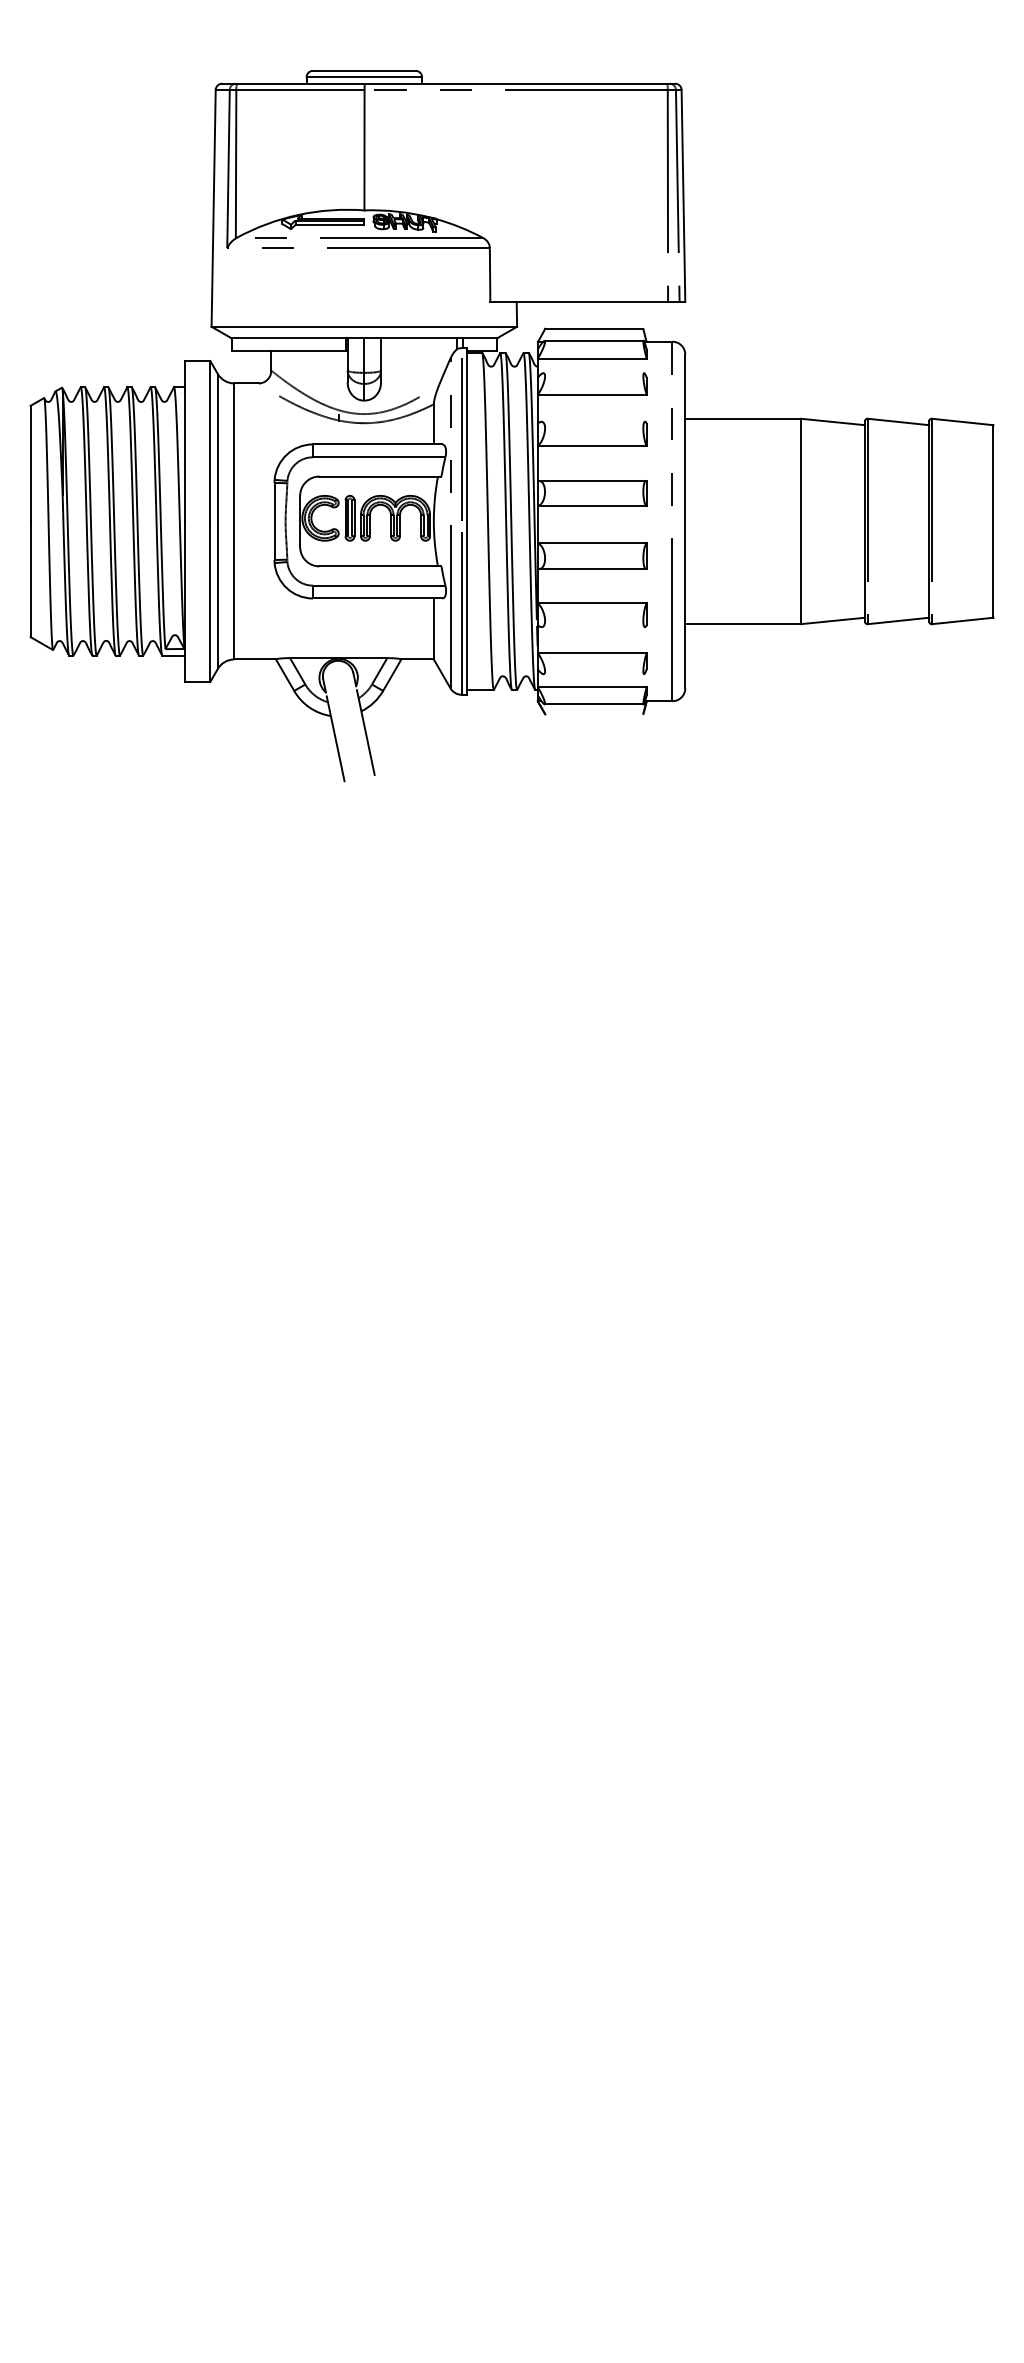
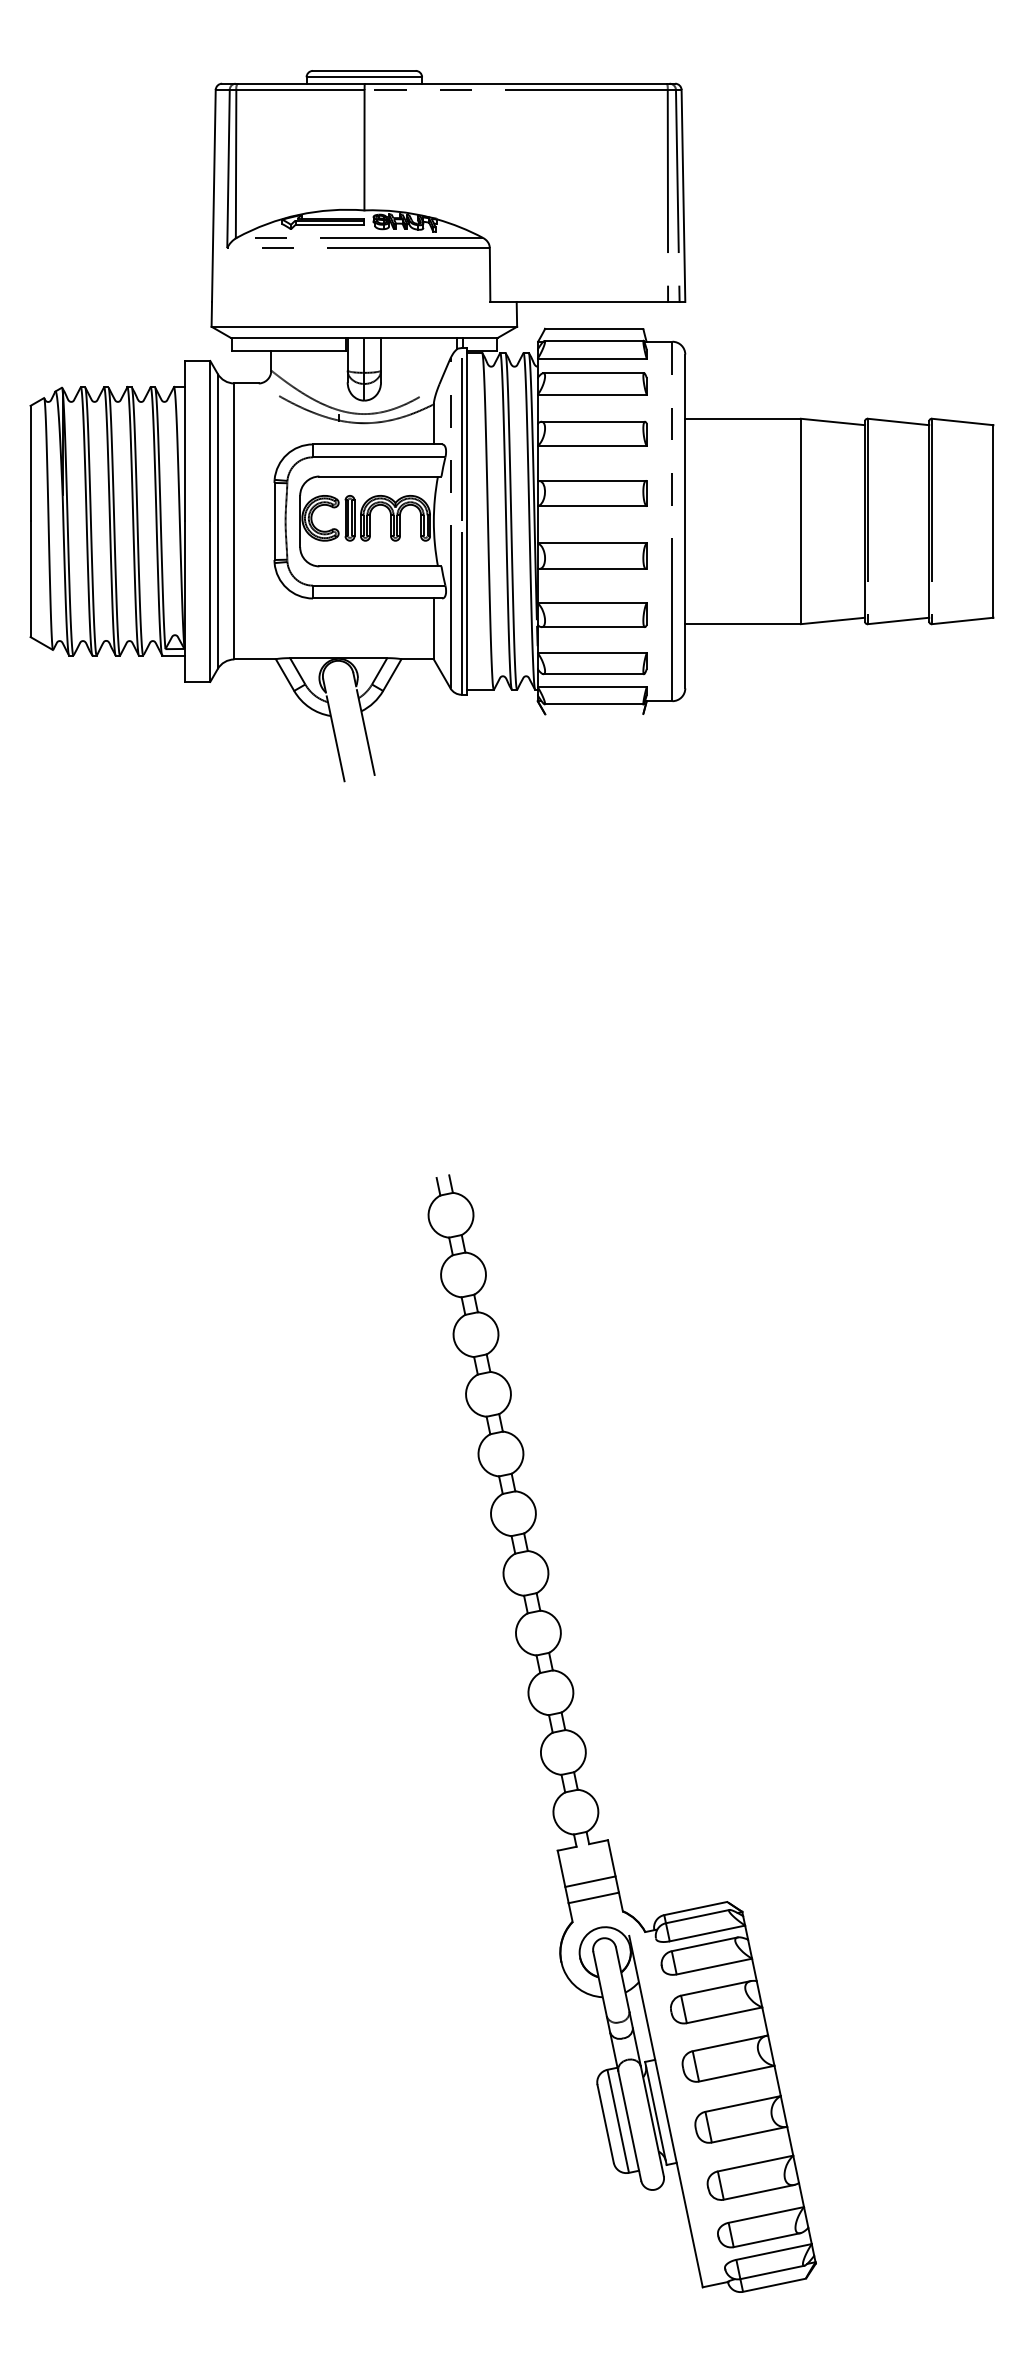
line at (593, 373): none -> present
line at (593, 421): none -> present
line at (592, 627): none -> present
line at (593, 674): none -> present
part at (585, 1744): none -> present
